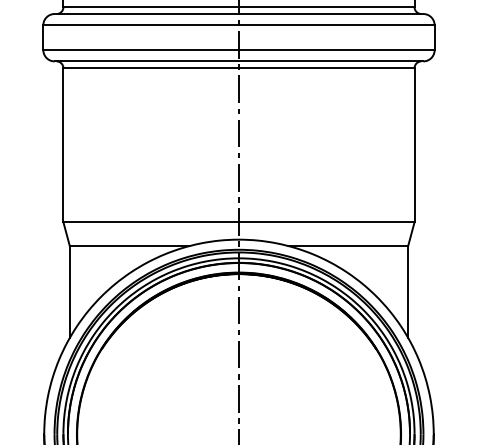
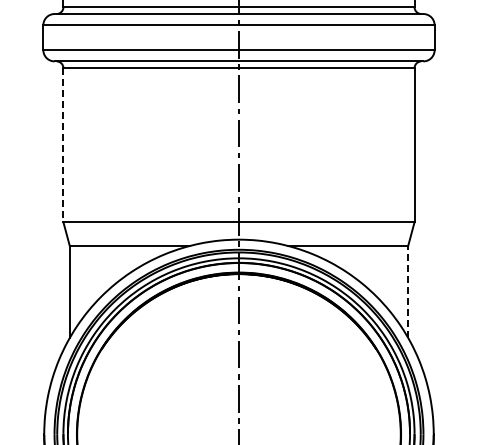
line at (63, 145): solid -> dashed
line at (408, 291): solid -> dashed
